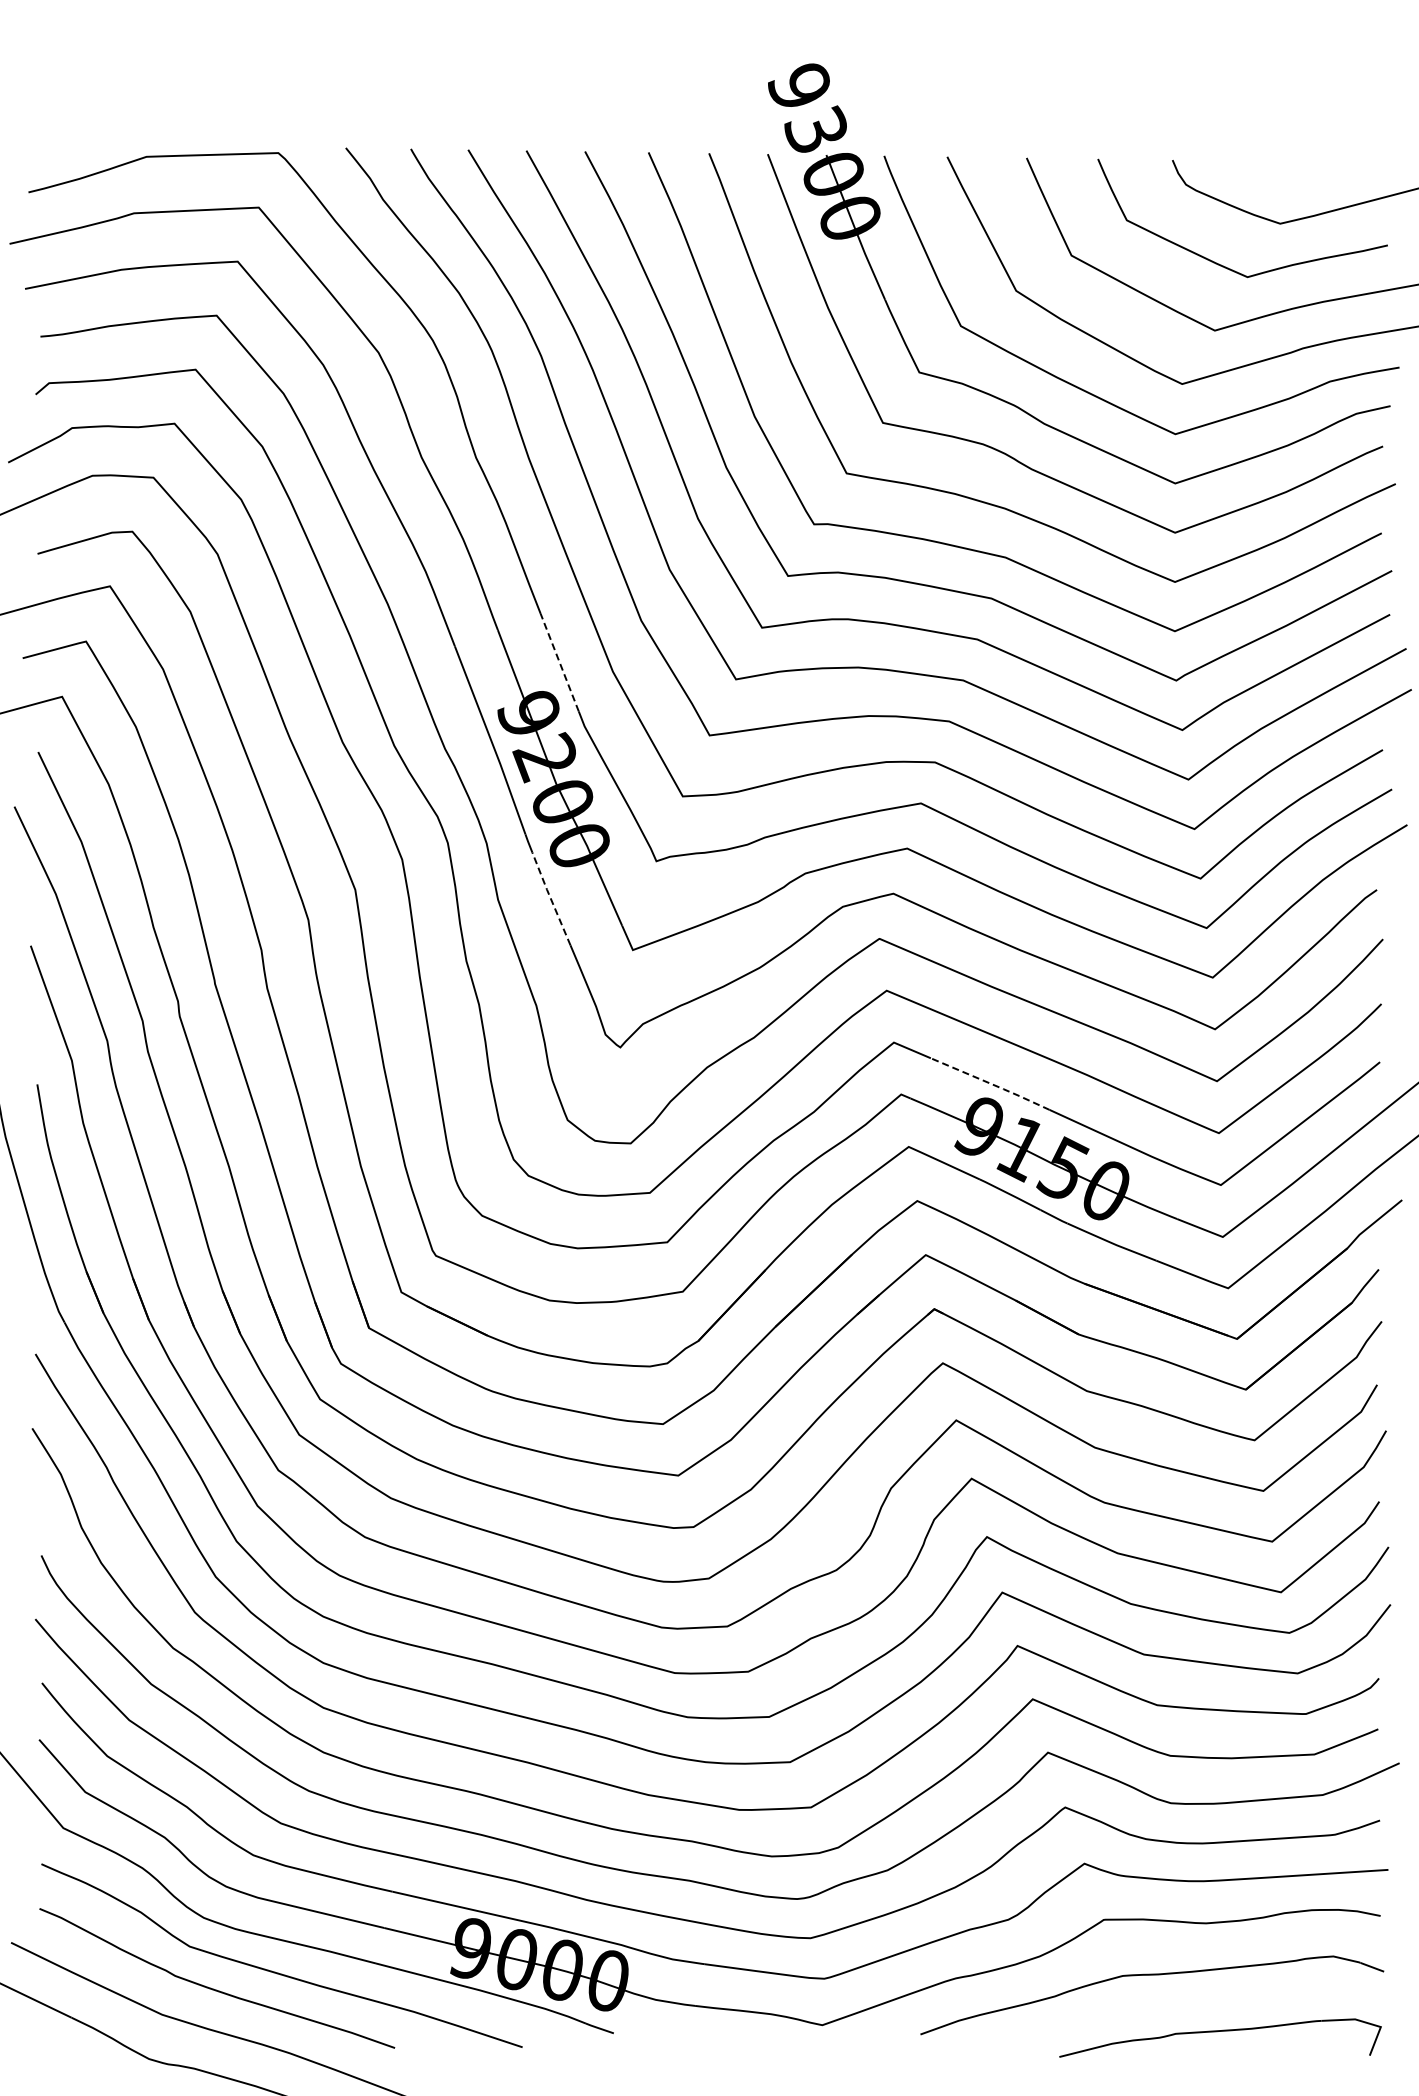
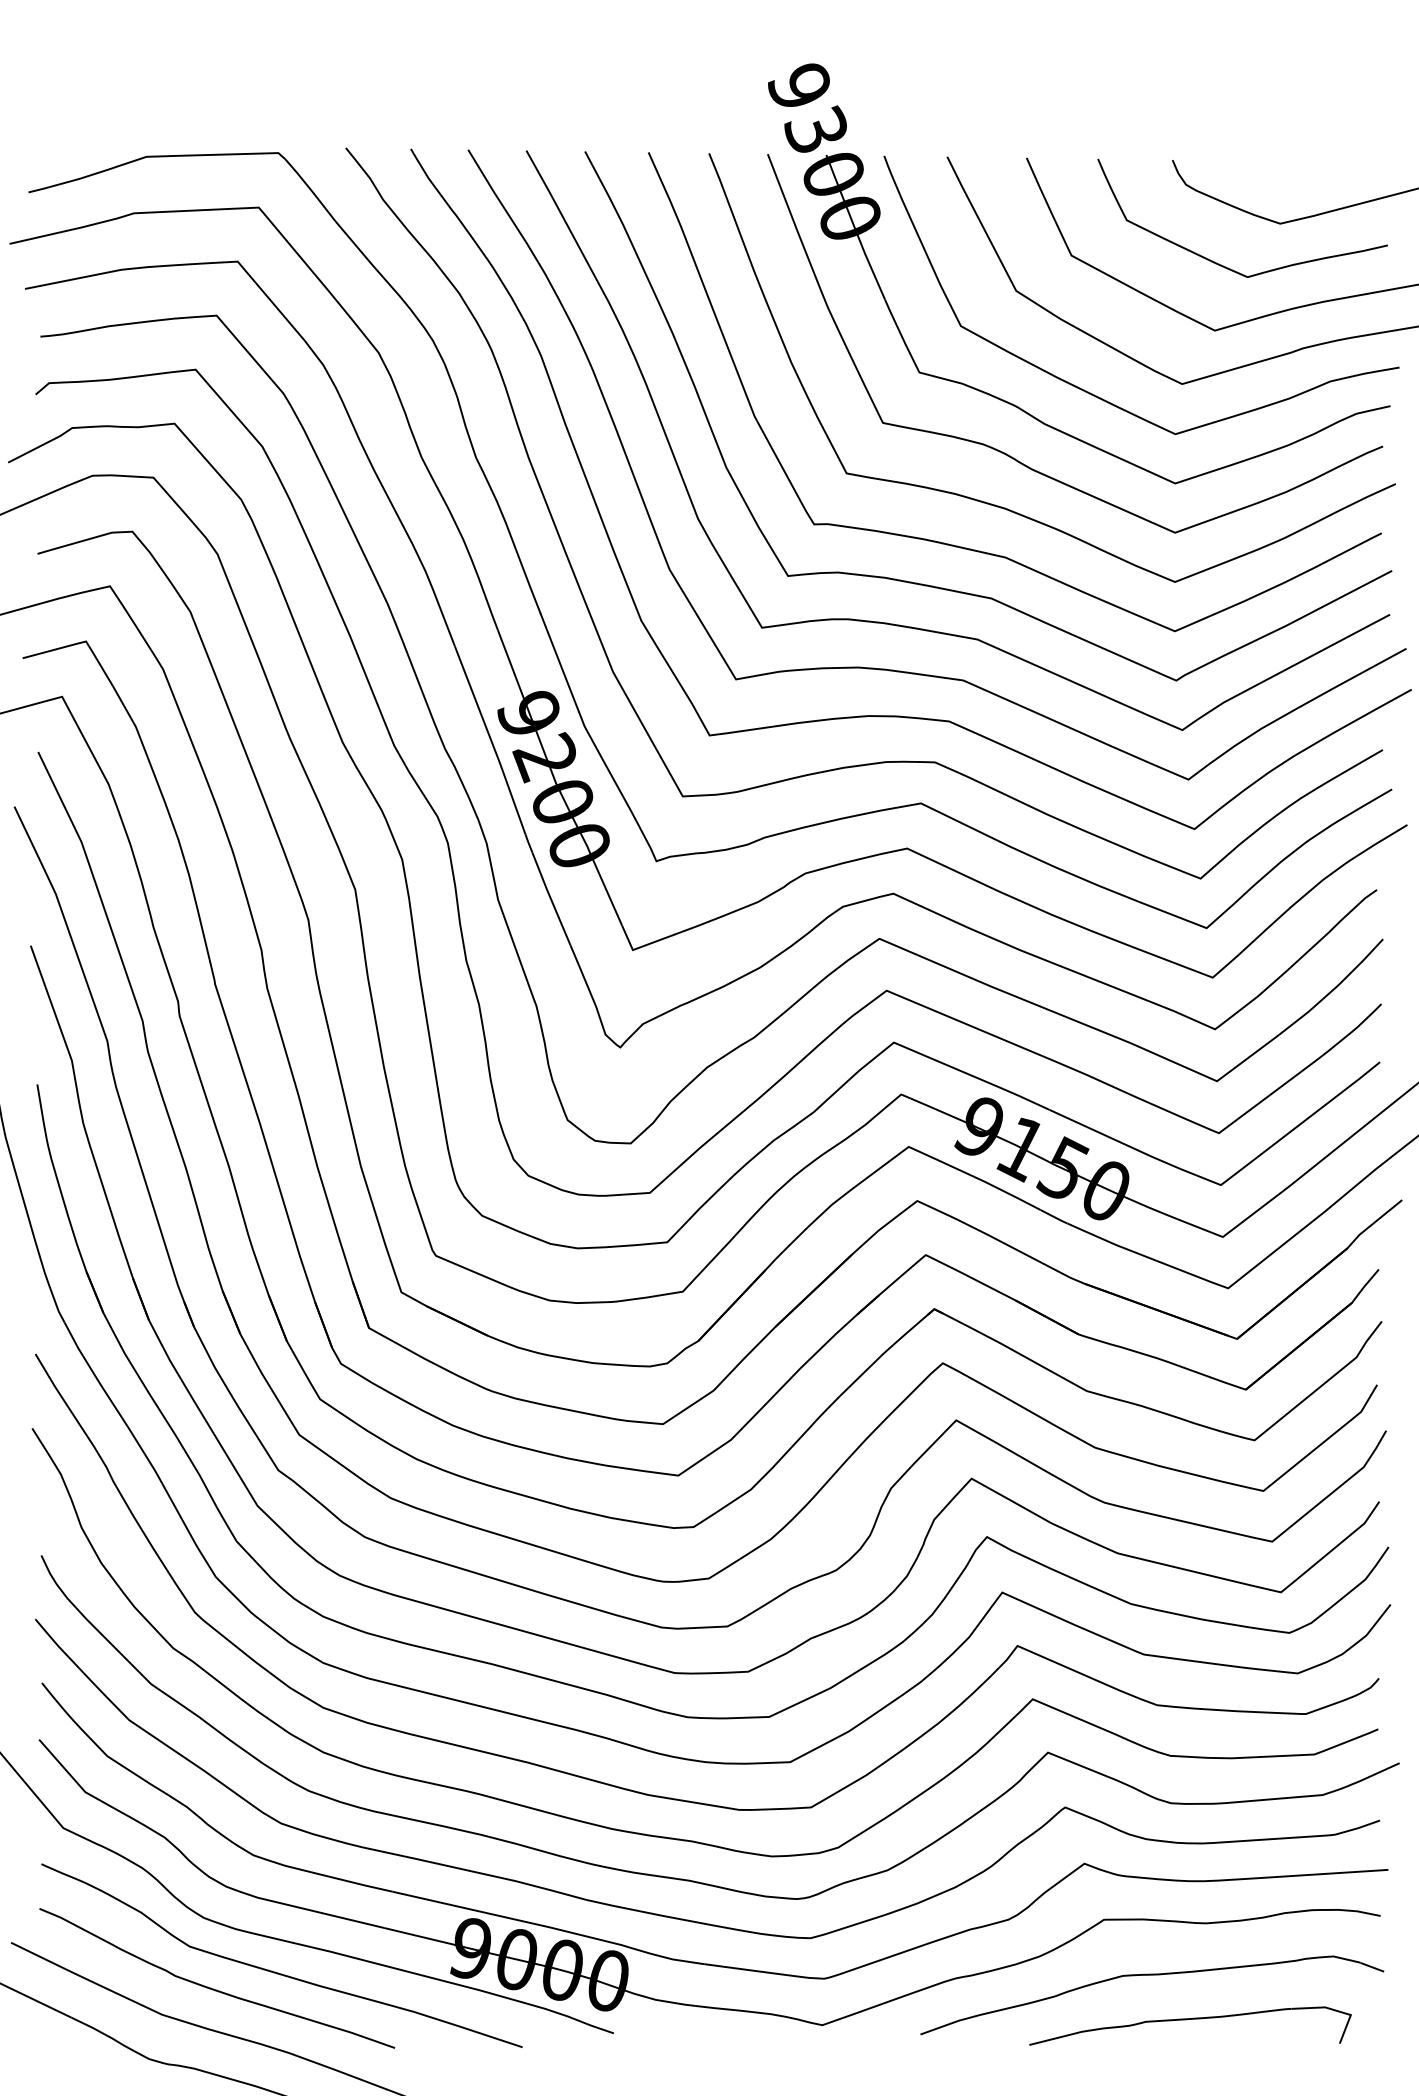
line at (559, 662): dashed -> solid
line at (550, 898): dashed -> solid
line at (991, 1084): dashed -> solid
part at (1220, 2037) position: (1220, 2037) -> (1190, 2025)
